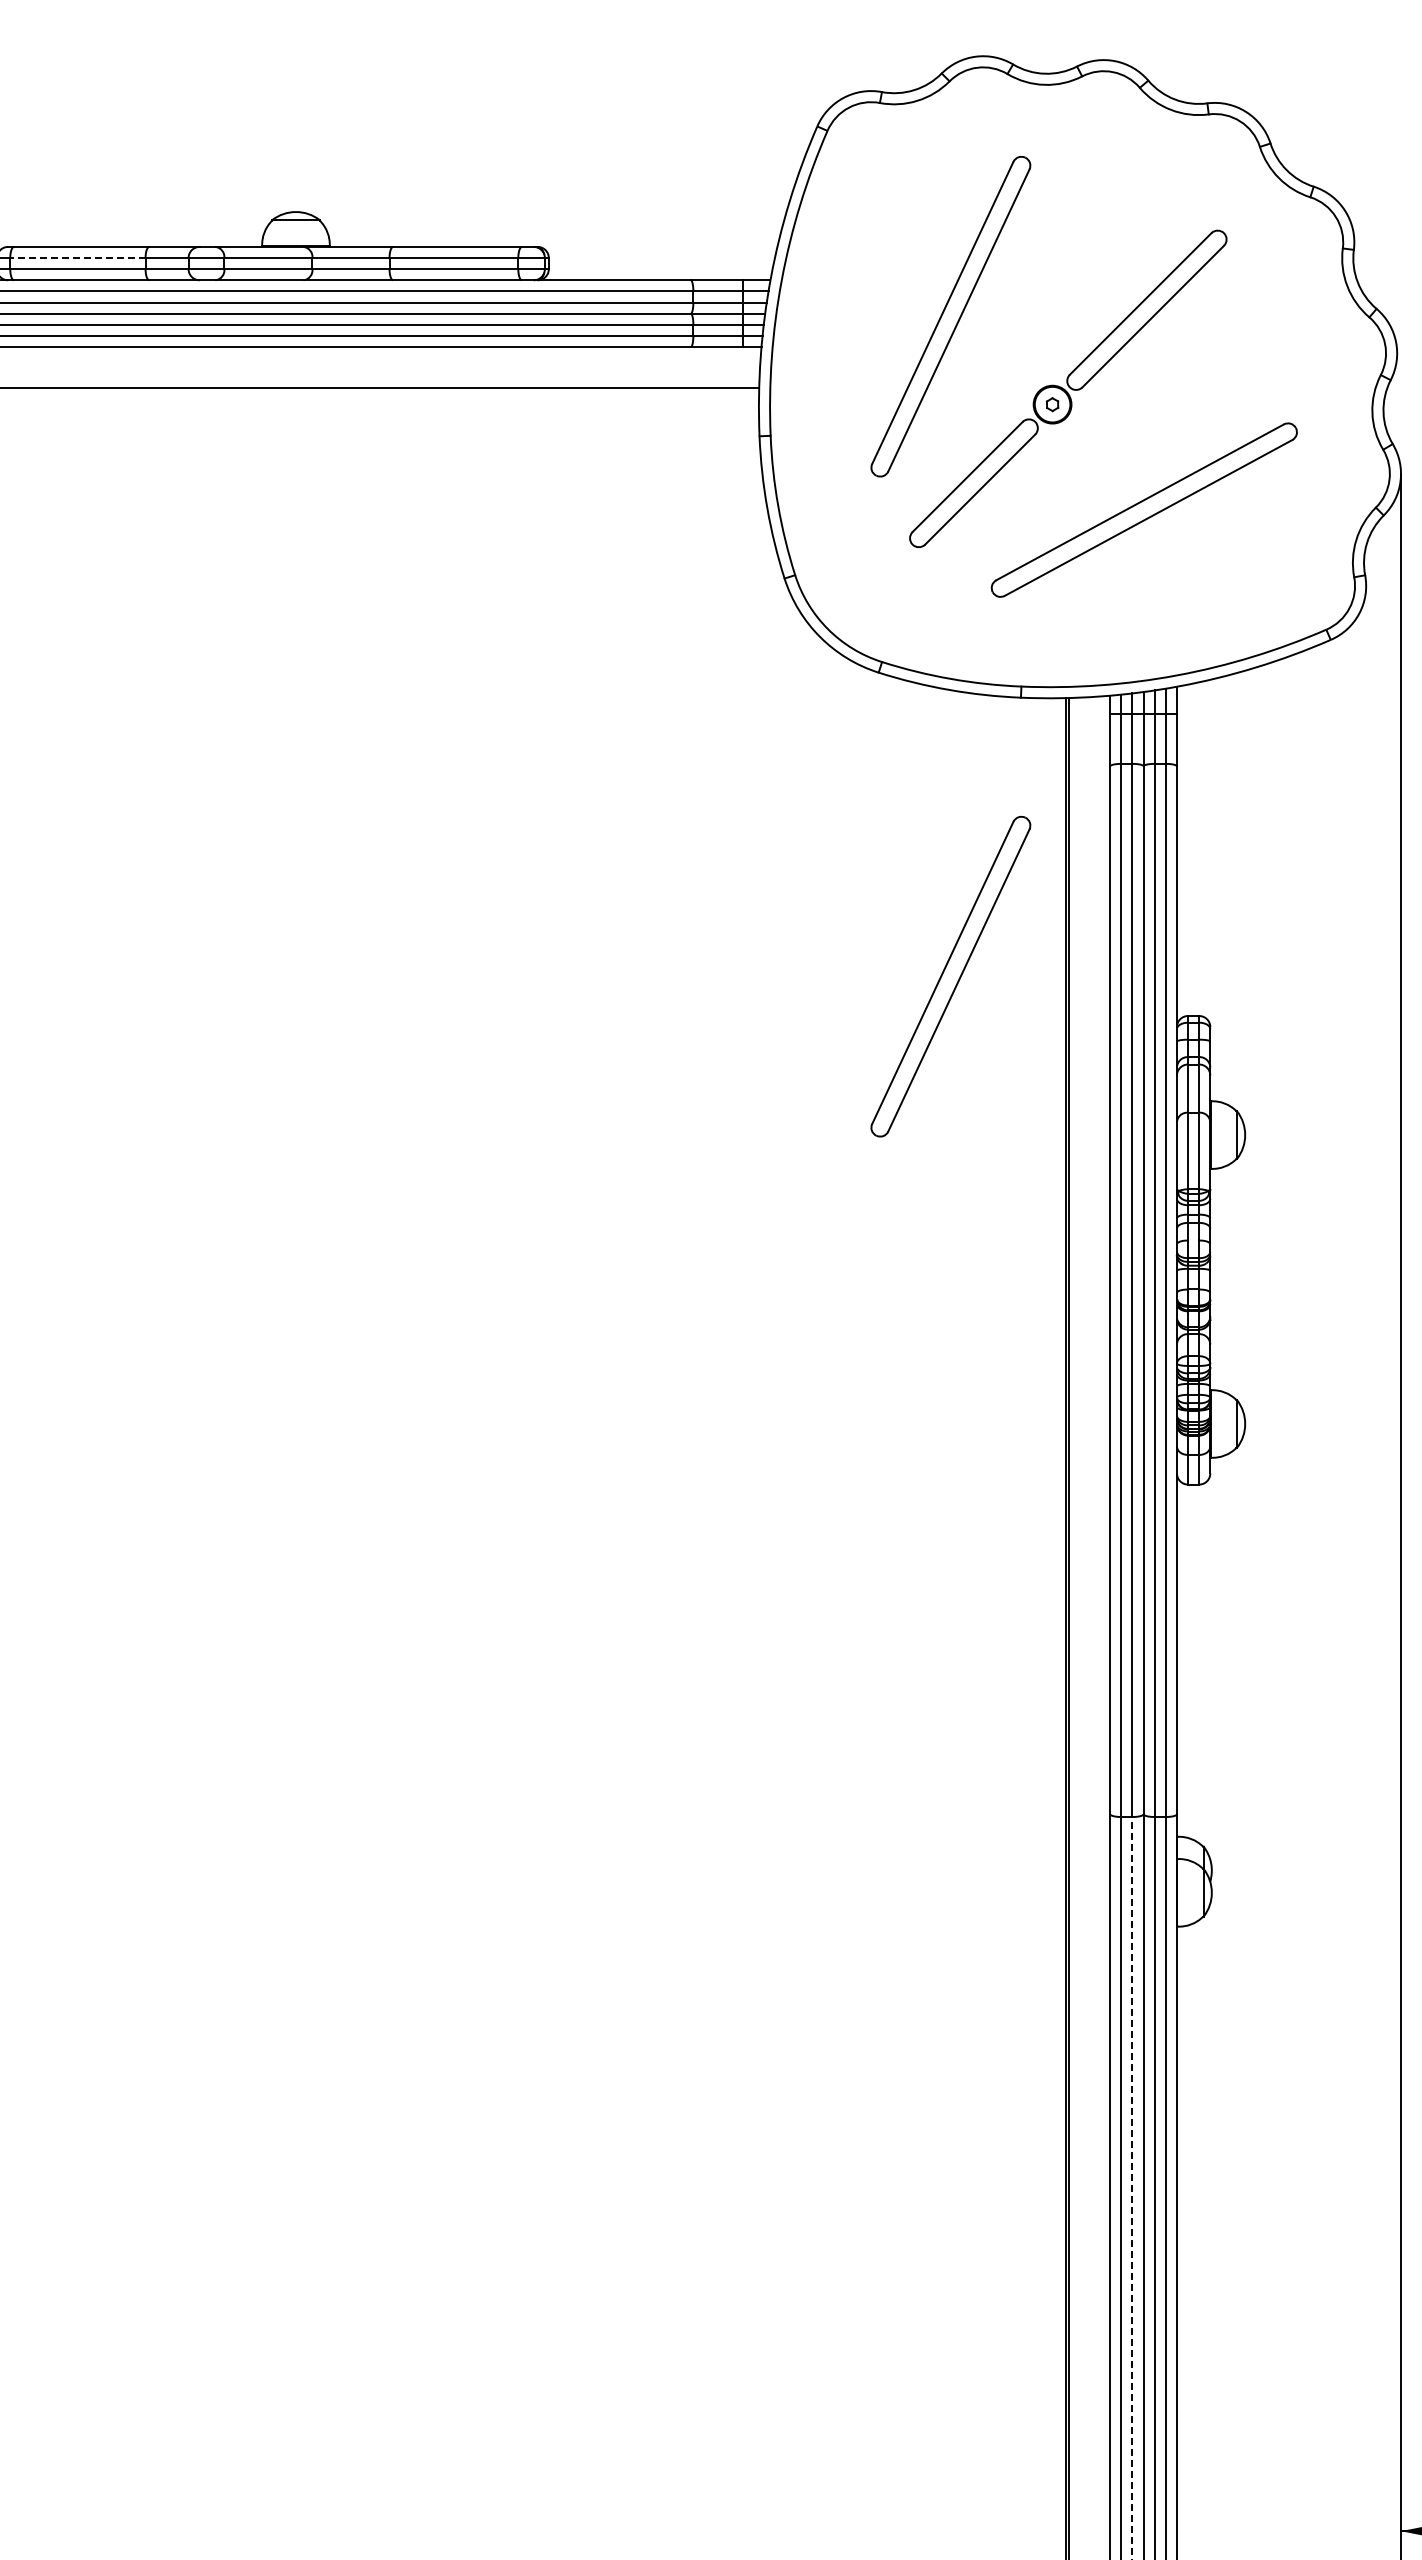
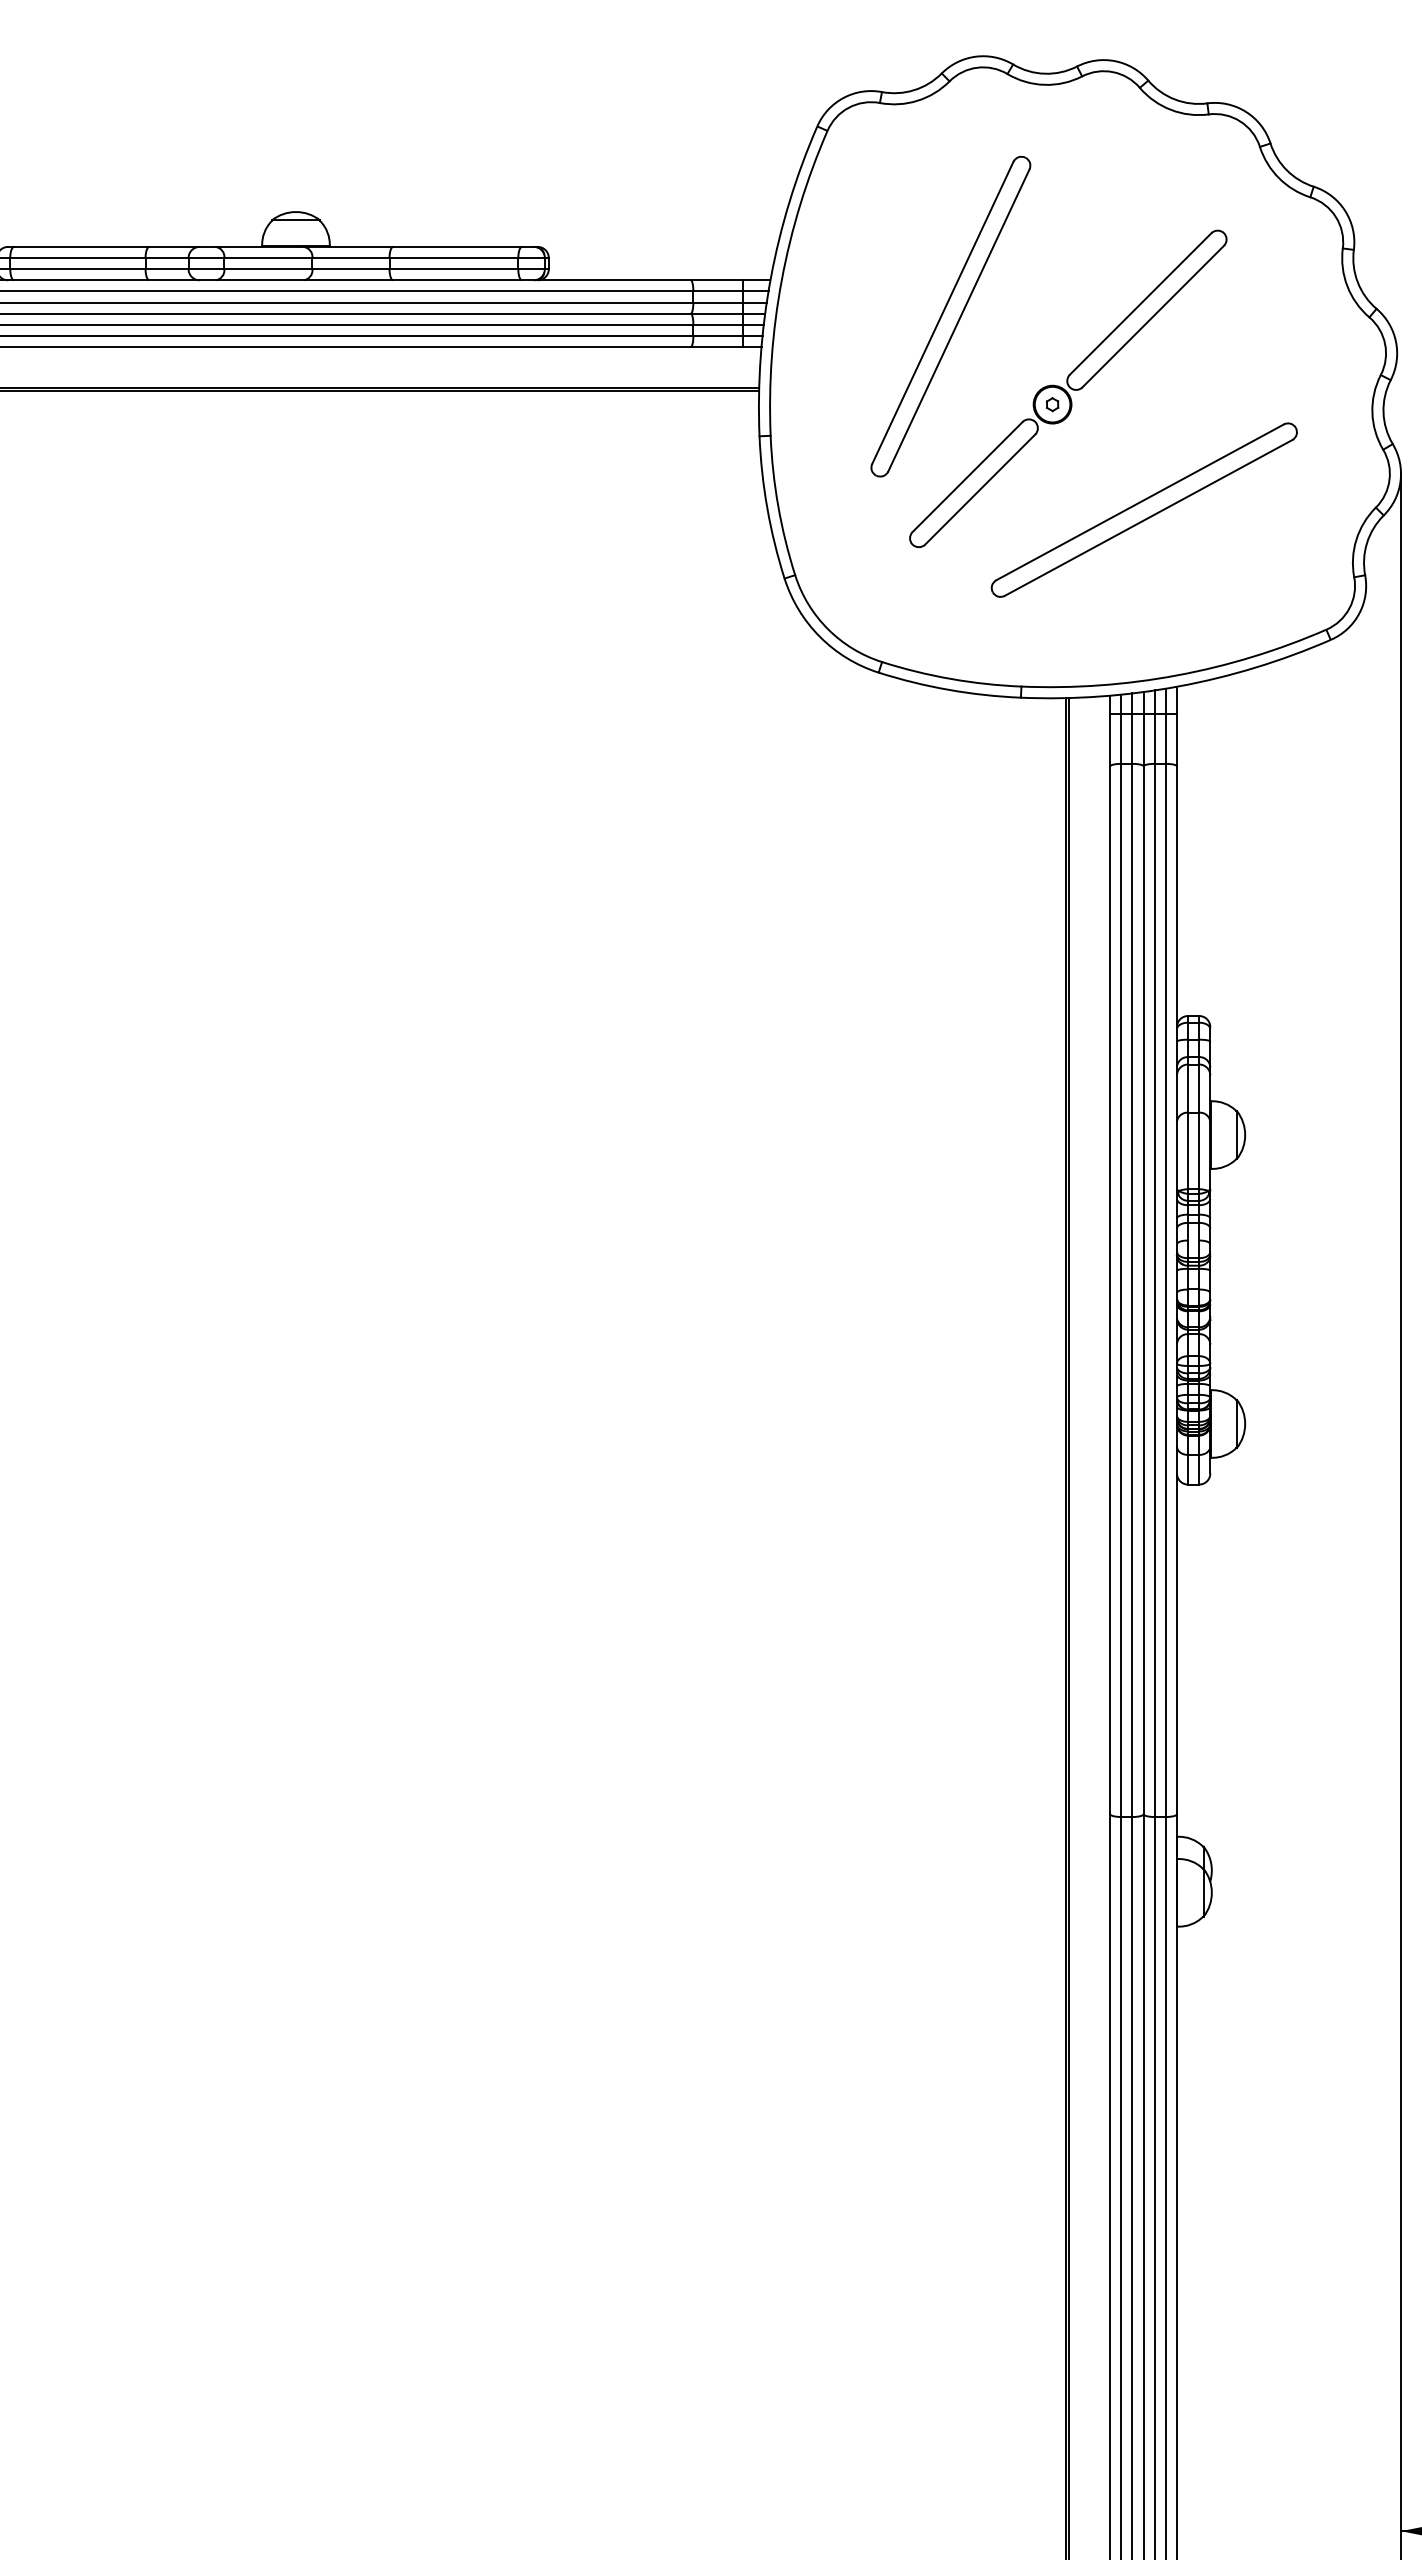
line at (77, 258): dashed -> solid
line at (380, 391): none -> present
part at (950, 976): present -> none
line at (1132, 2187): dashed -> solid
